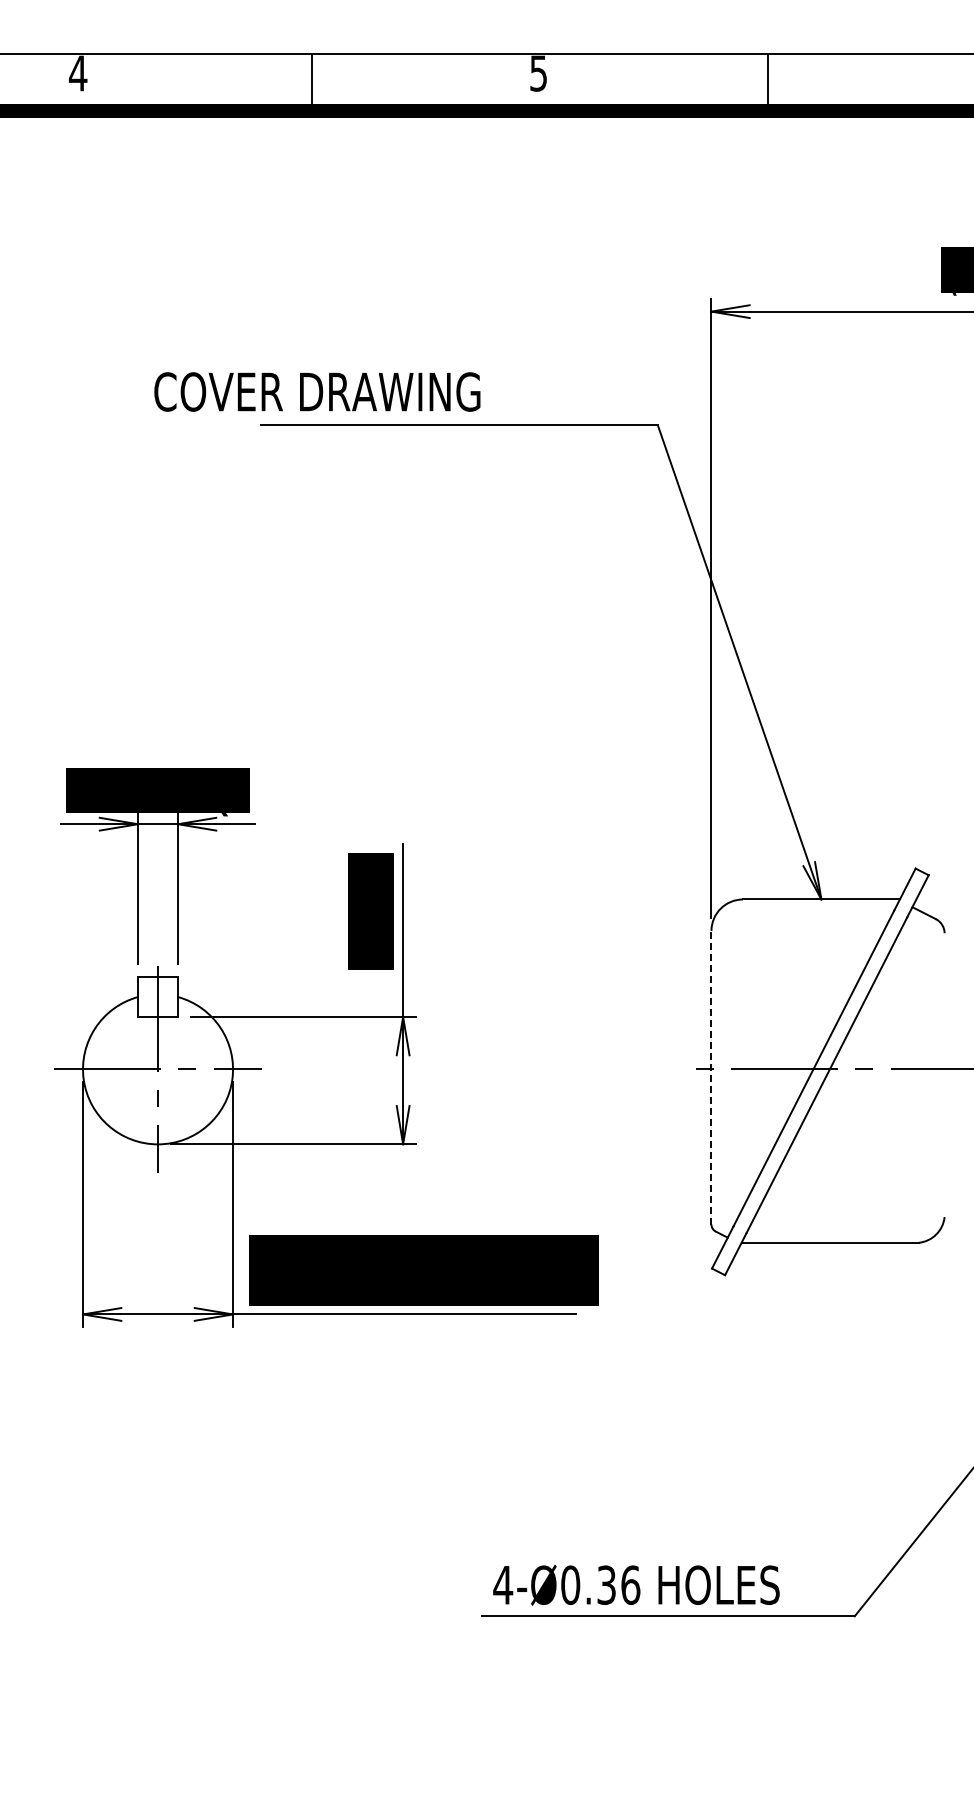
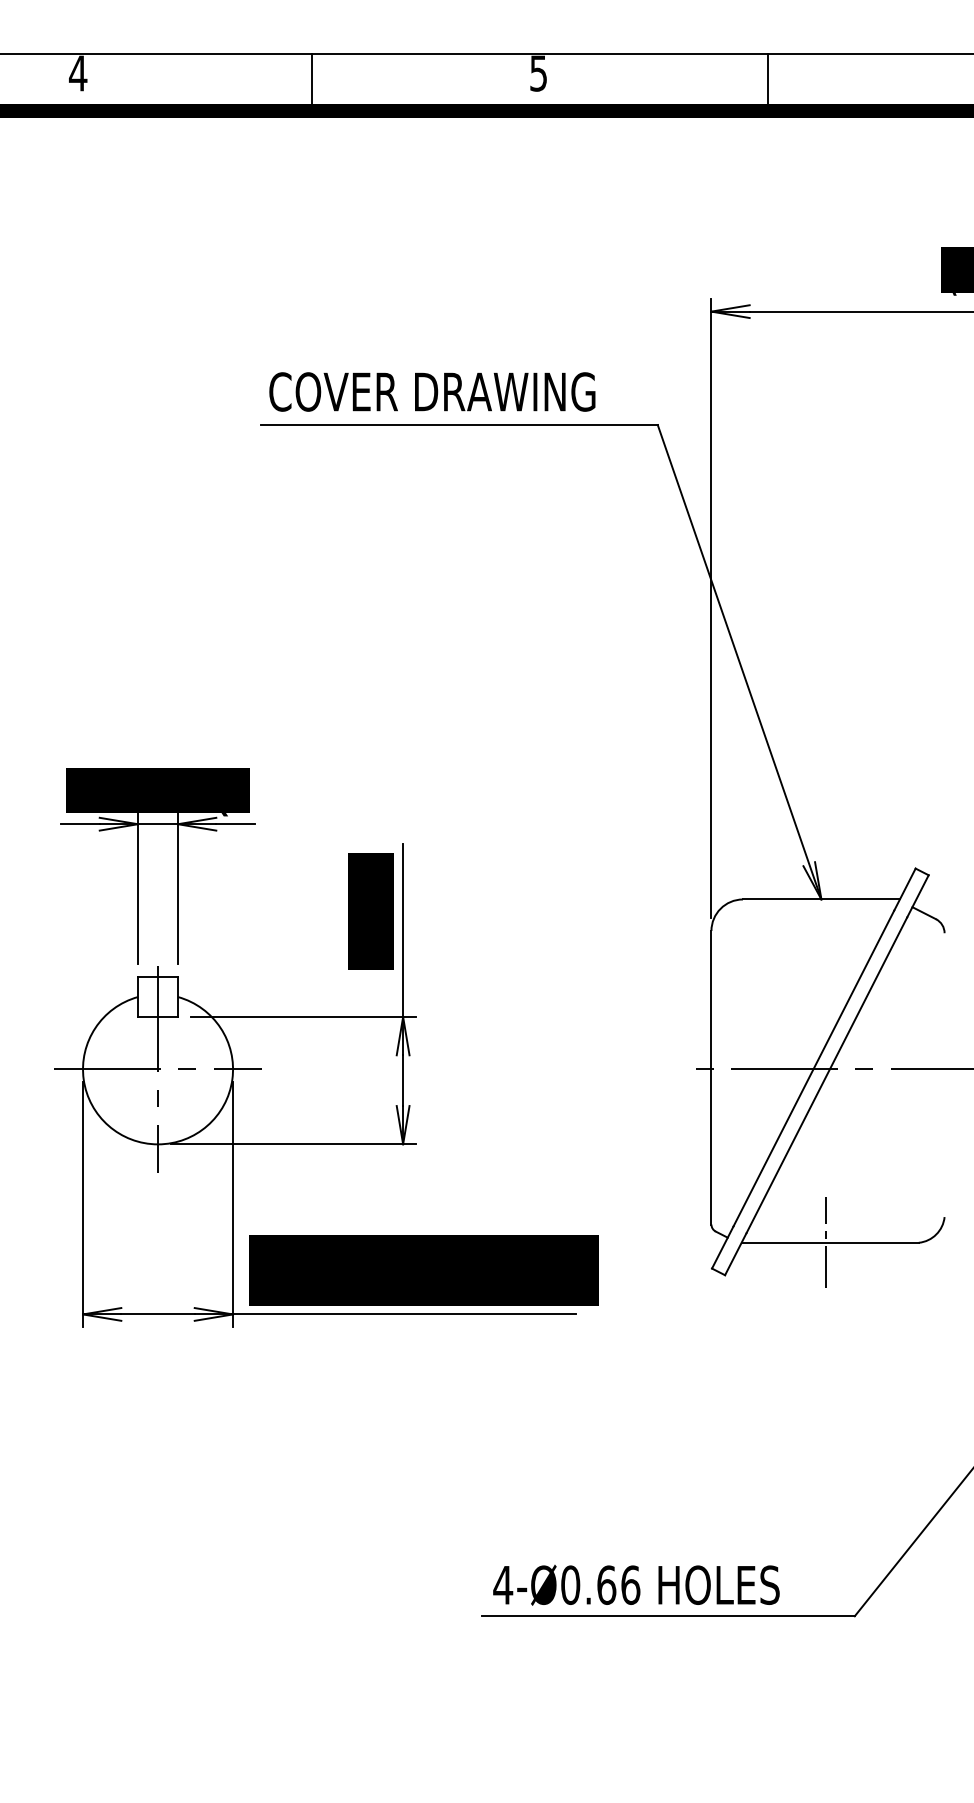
text at (317, 391) position: (317, 391) -> (432, 391)
line at (711, 1077): dashed -> solid
line at (826, 1242): none -> present
text at (606, 1584): 4-Ø0.36 -> 4-Ø0.66
